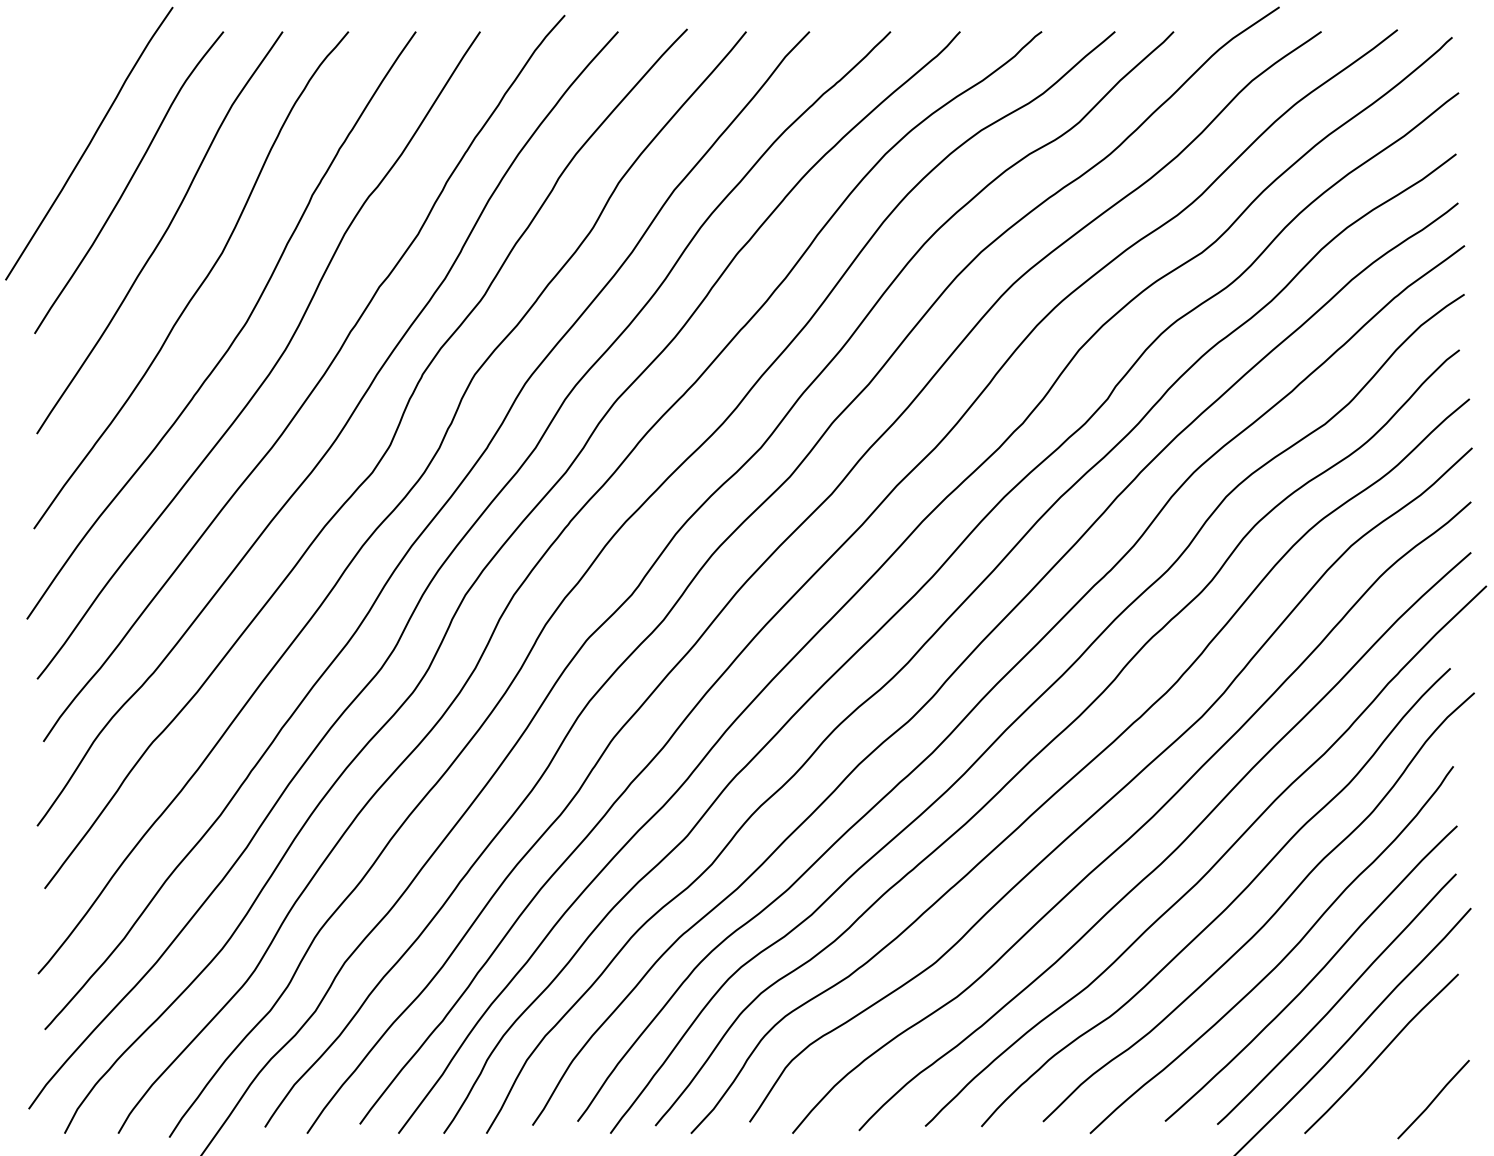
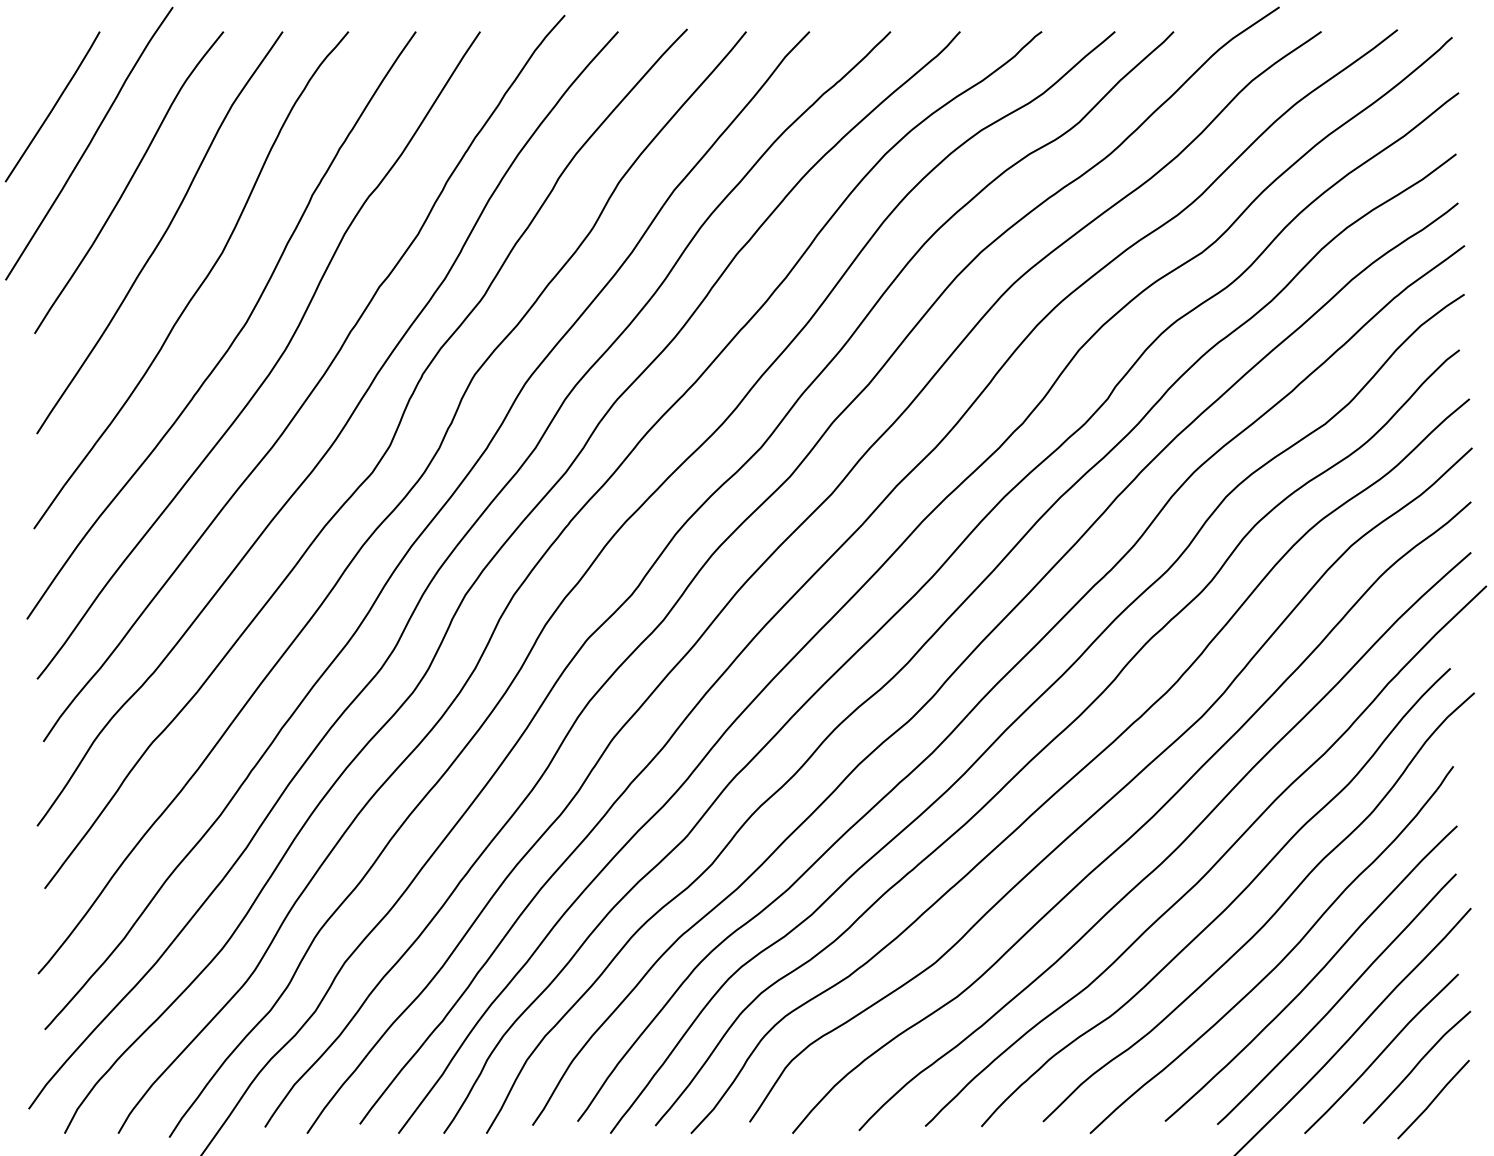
curve at (53, 106): none -> present
curve at (1416, 1066): none -> present
